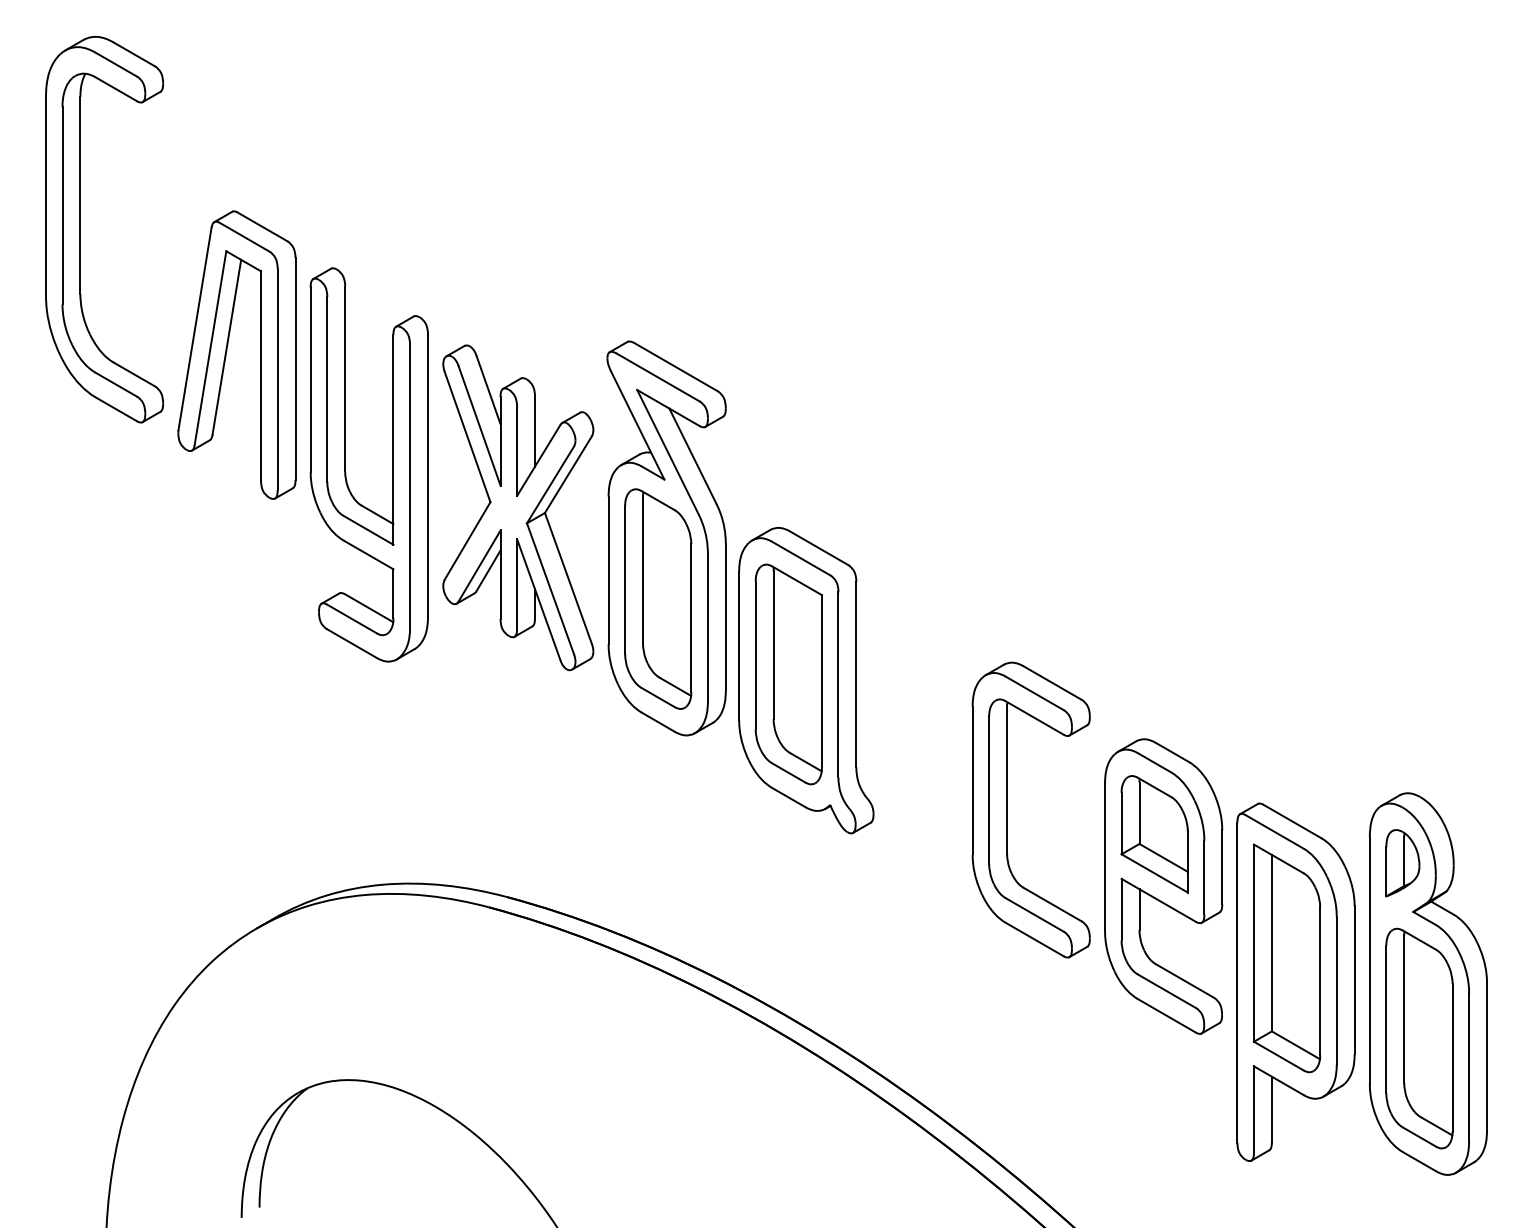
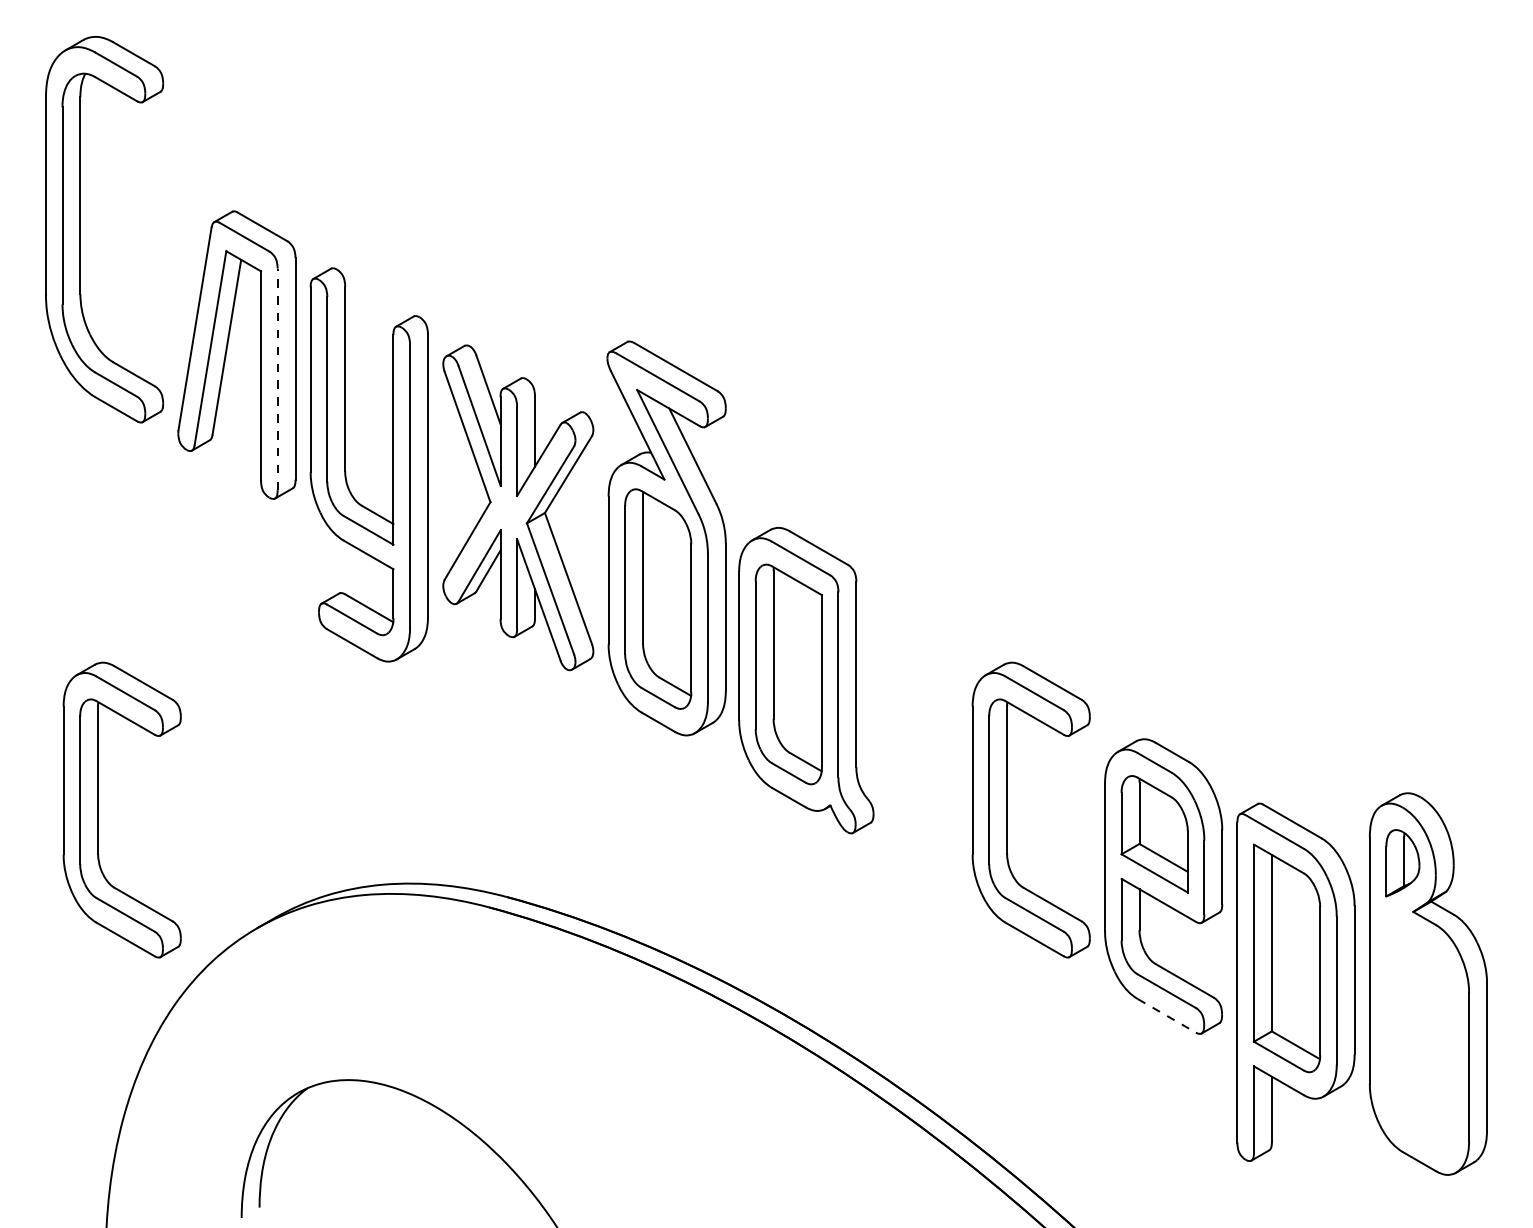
line at (277, 379): solid -> dashed
part at (98, 809): none -> present
line at (1167, 1016): solid -> dashed
part at (1419, 1038): present -> none
